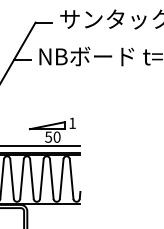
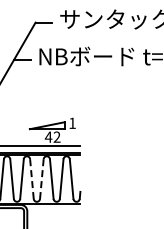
text at (52, 136): 50 -> 42
line at (31, 179): solid -> dashed
line at (41, 179): solid -> dashed
